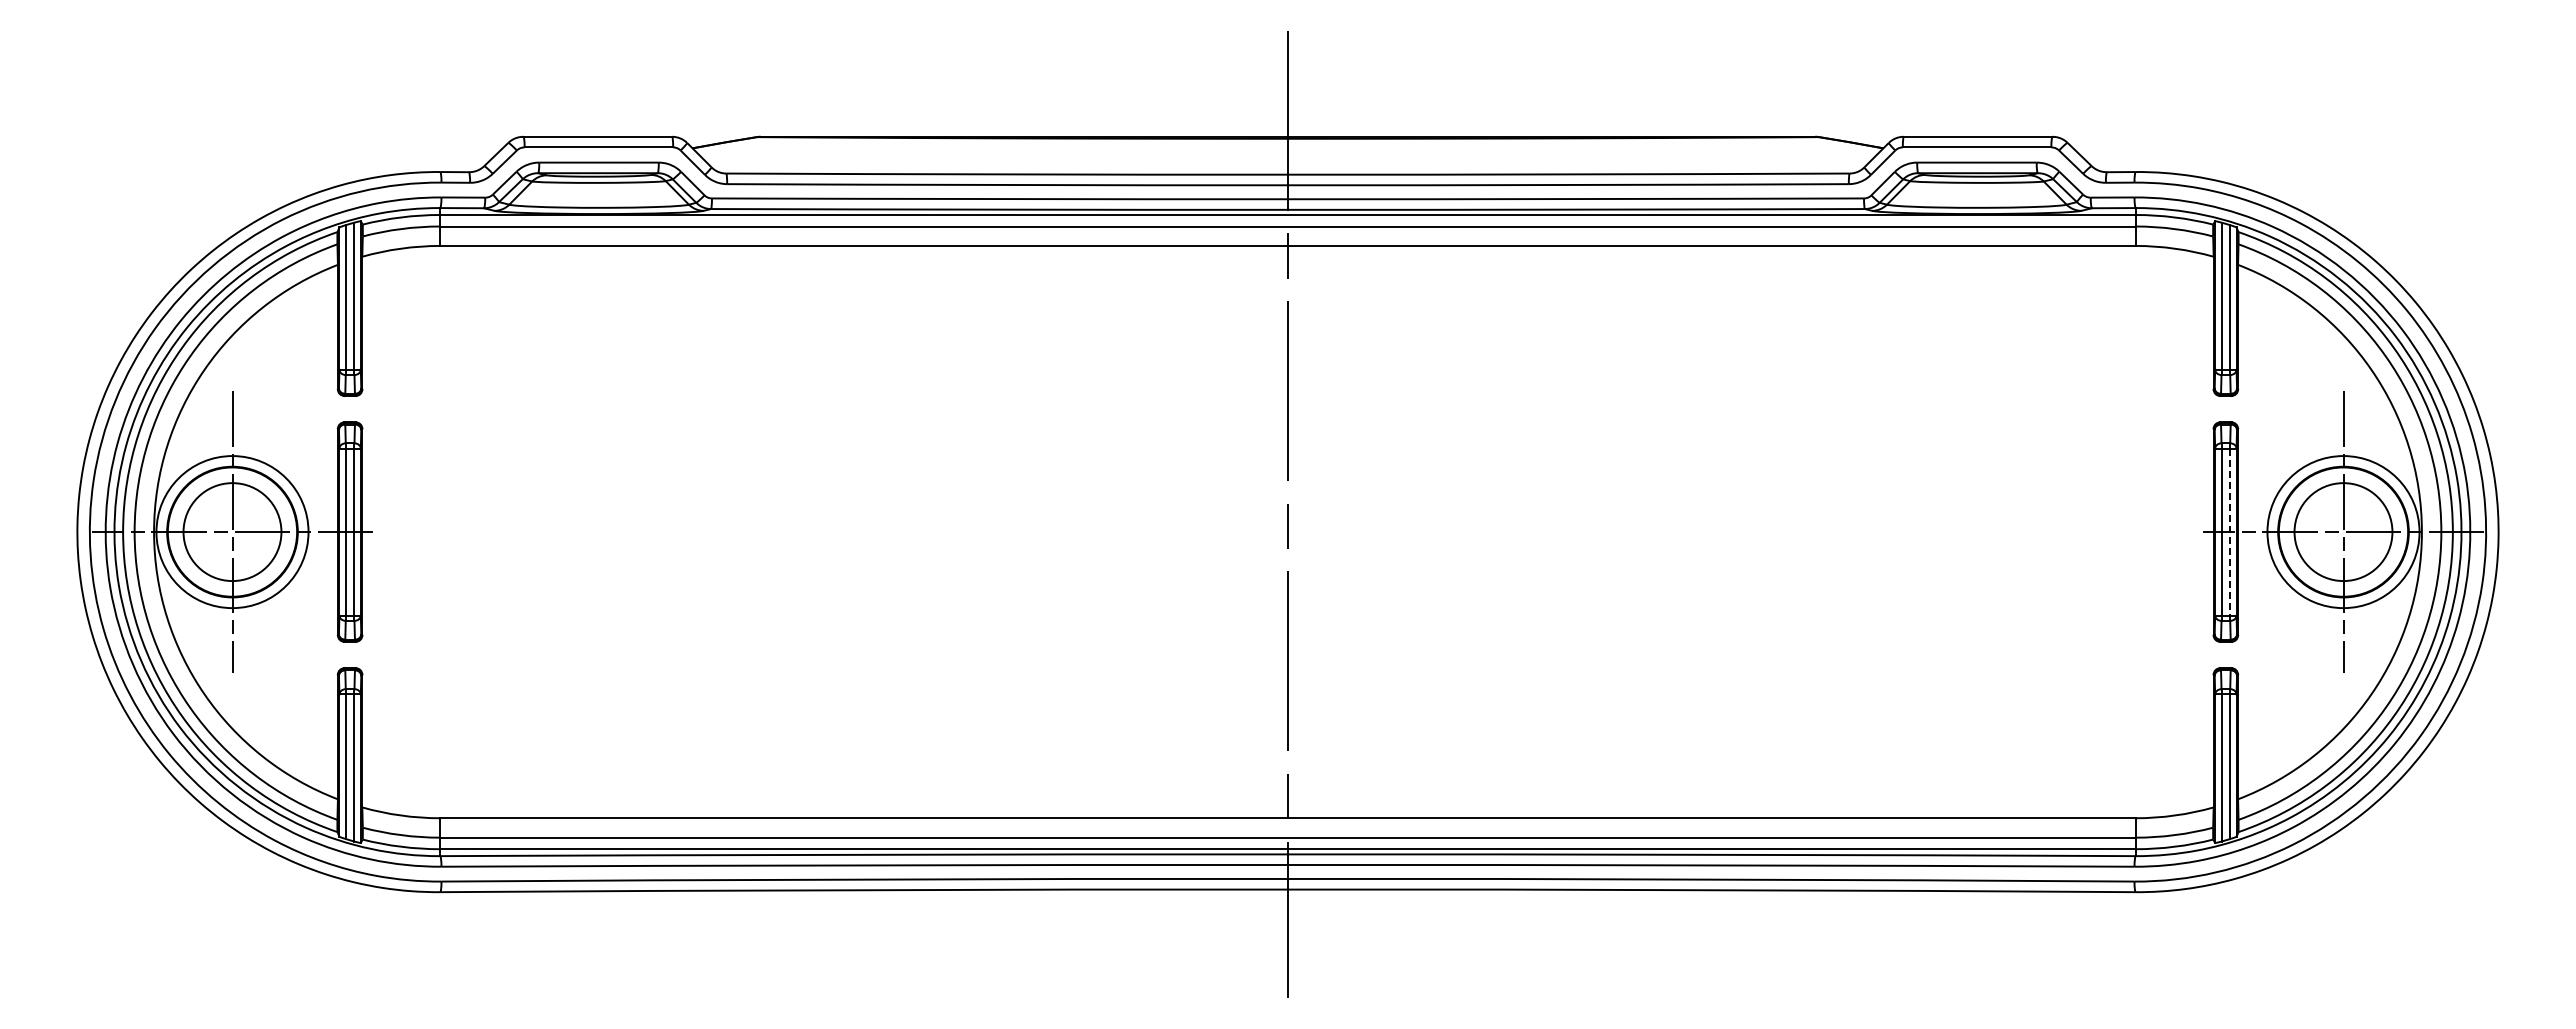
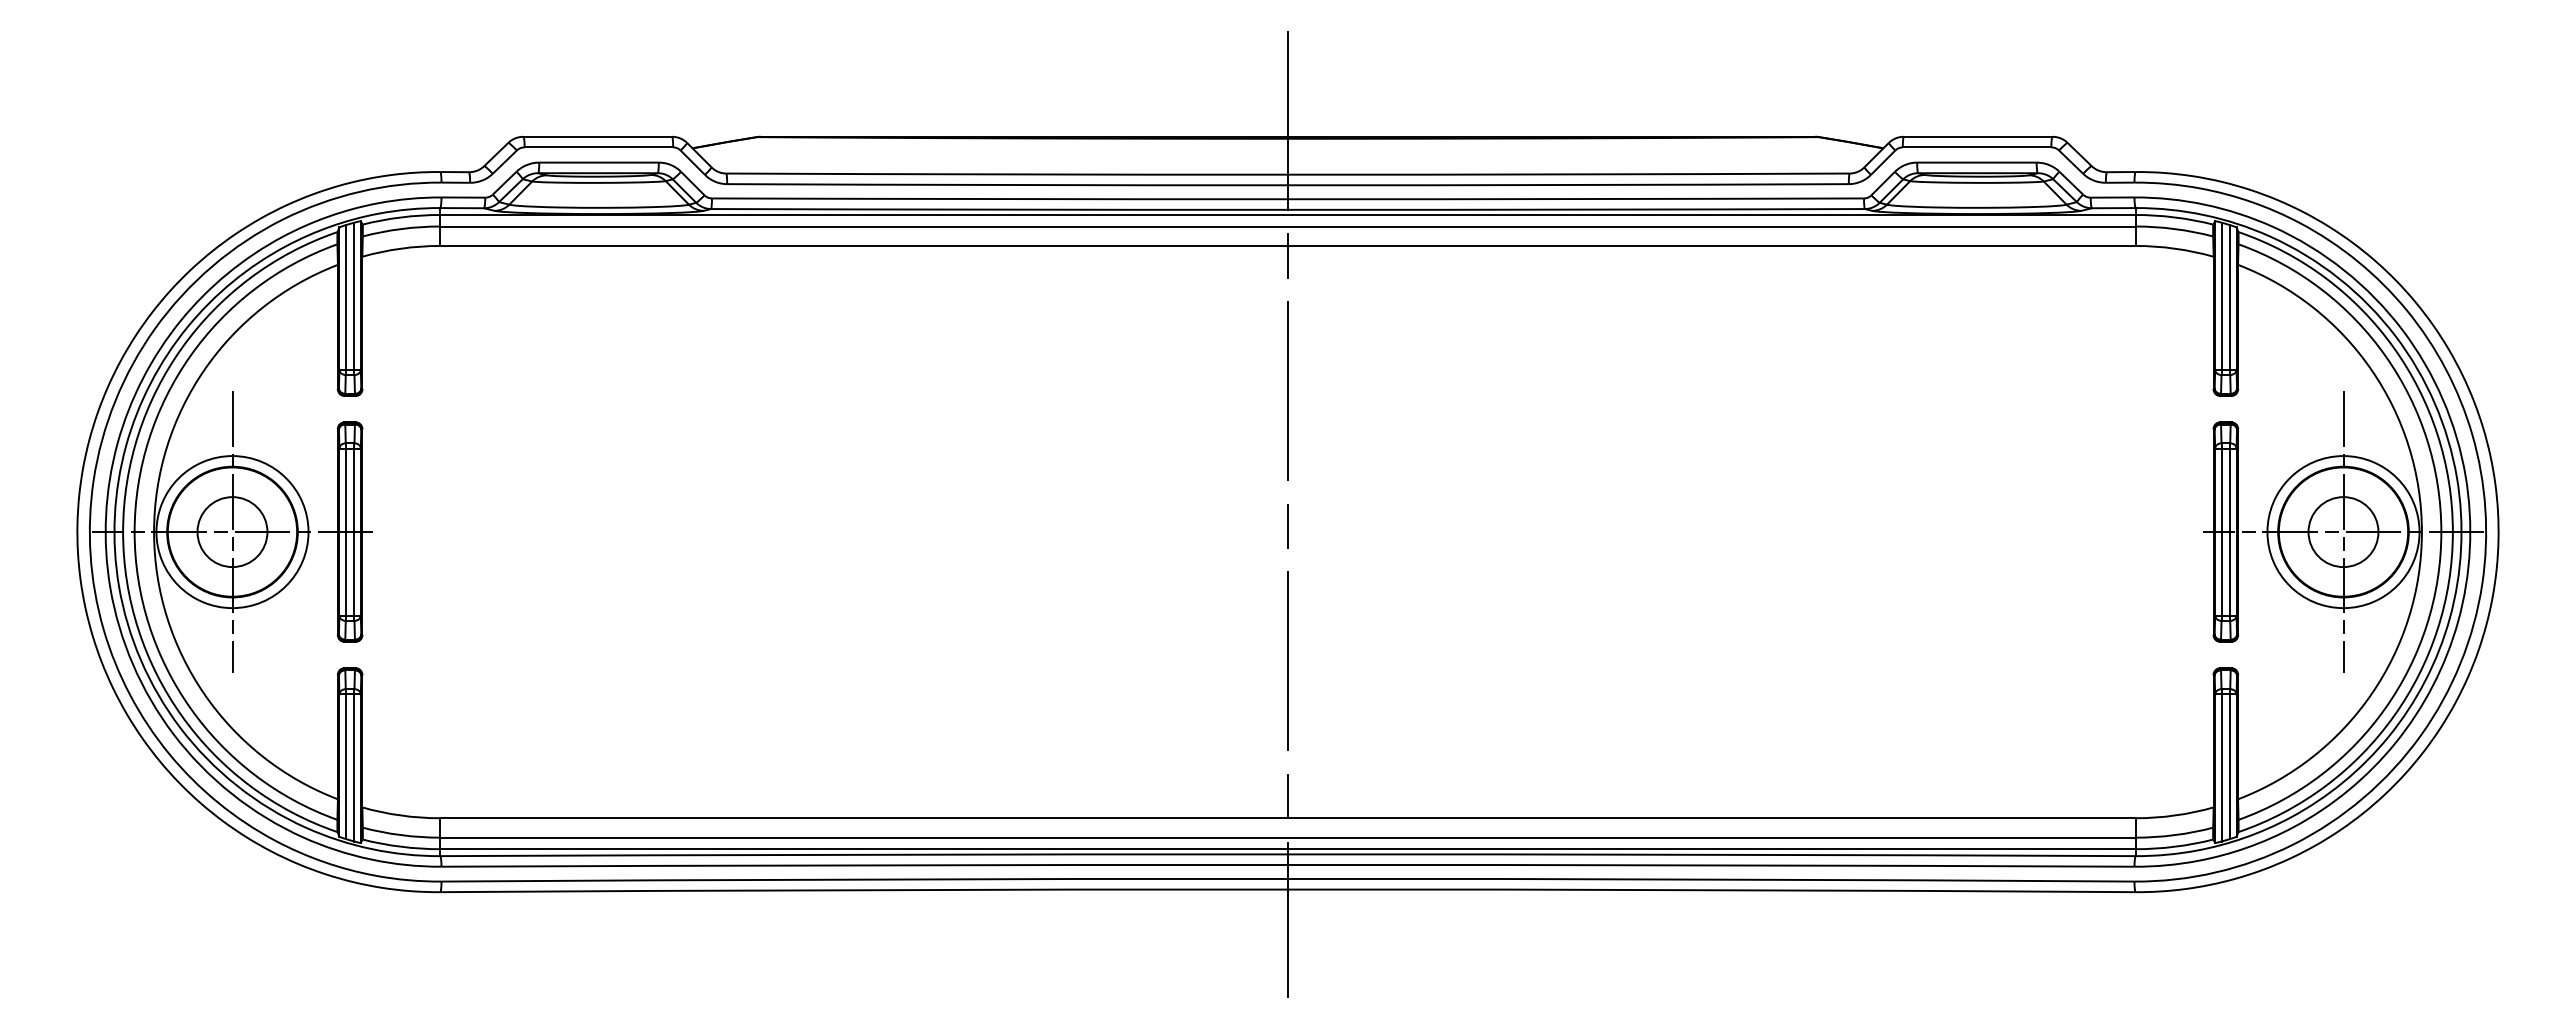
circle at (232, 532) diameter: 98 px -> 70 px
line at (2230, 532): dashed -> solid
circle at (2343, 532) diameter: 98 px -> 70 px
